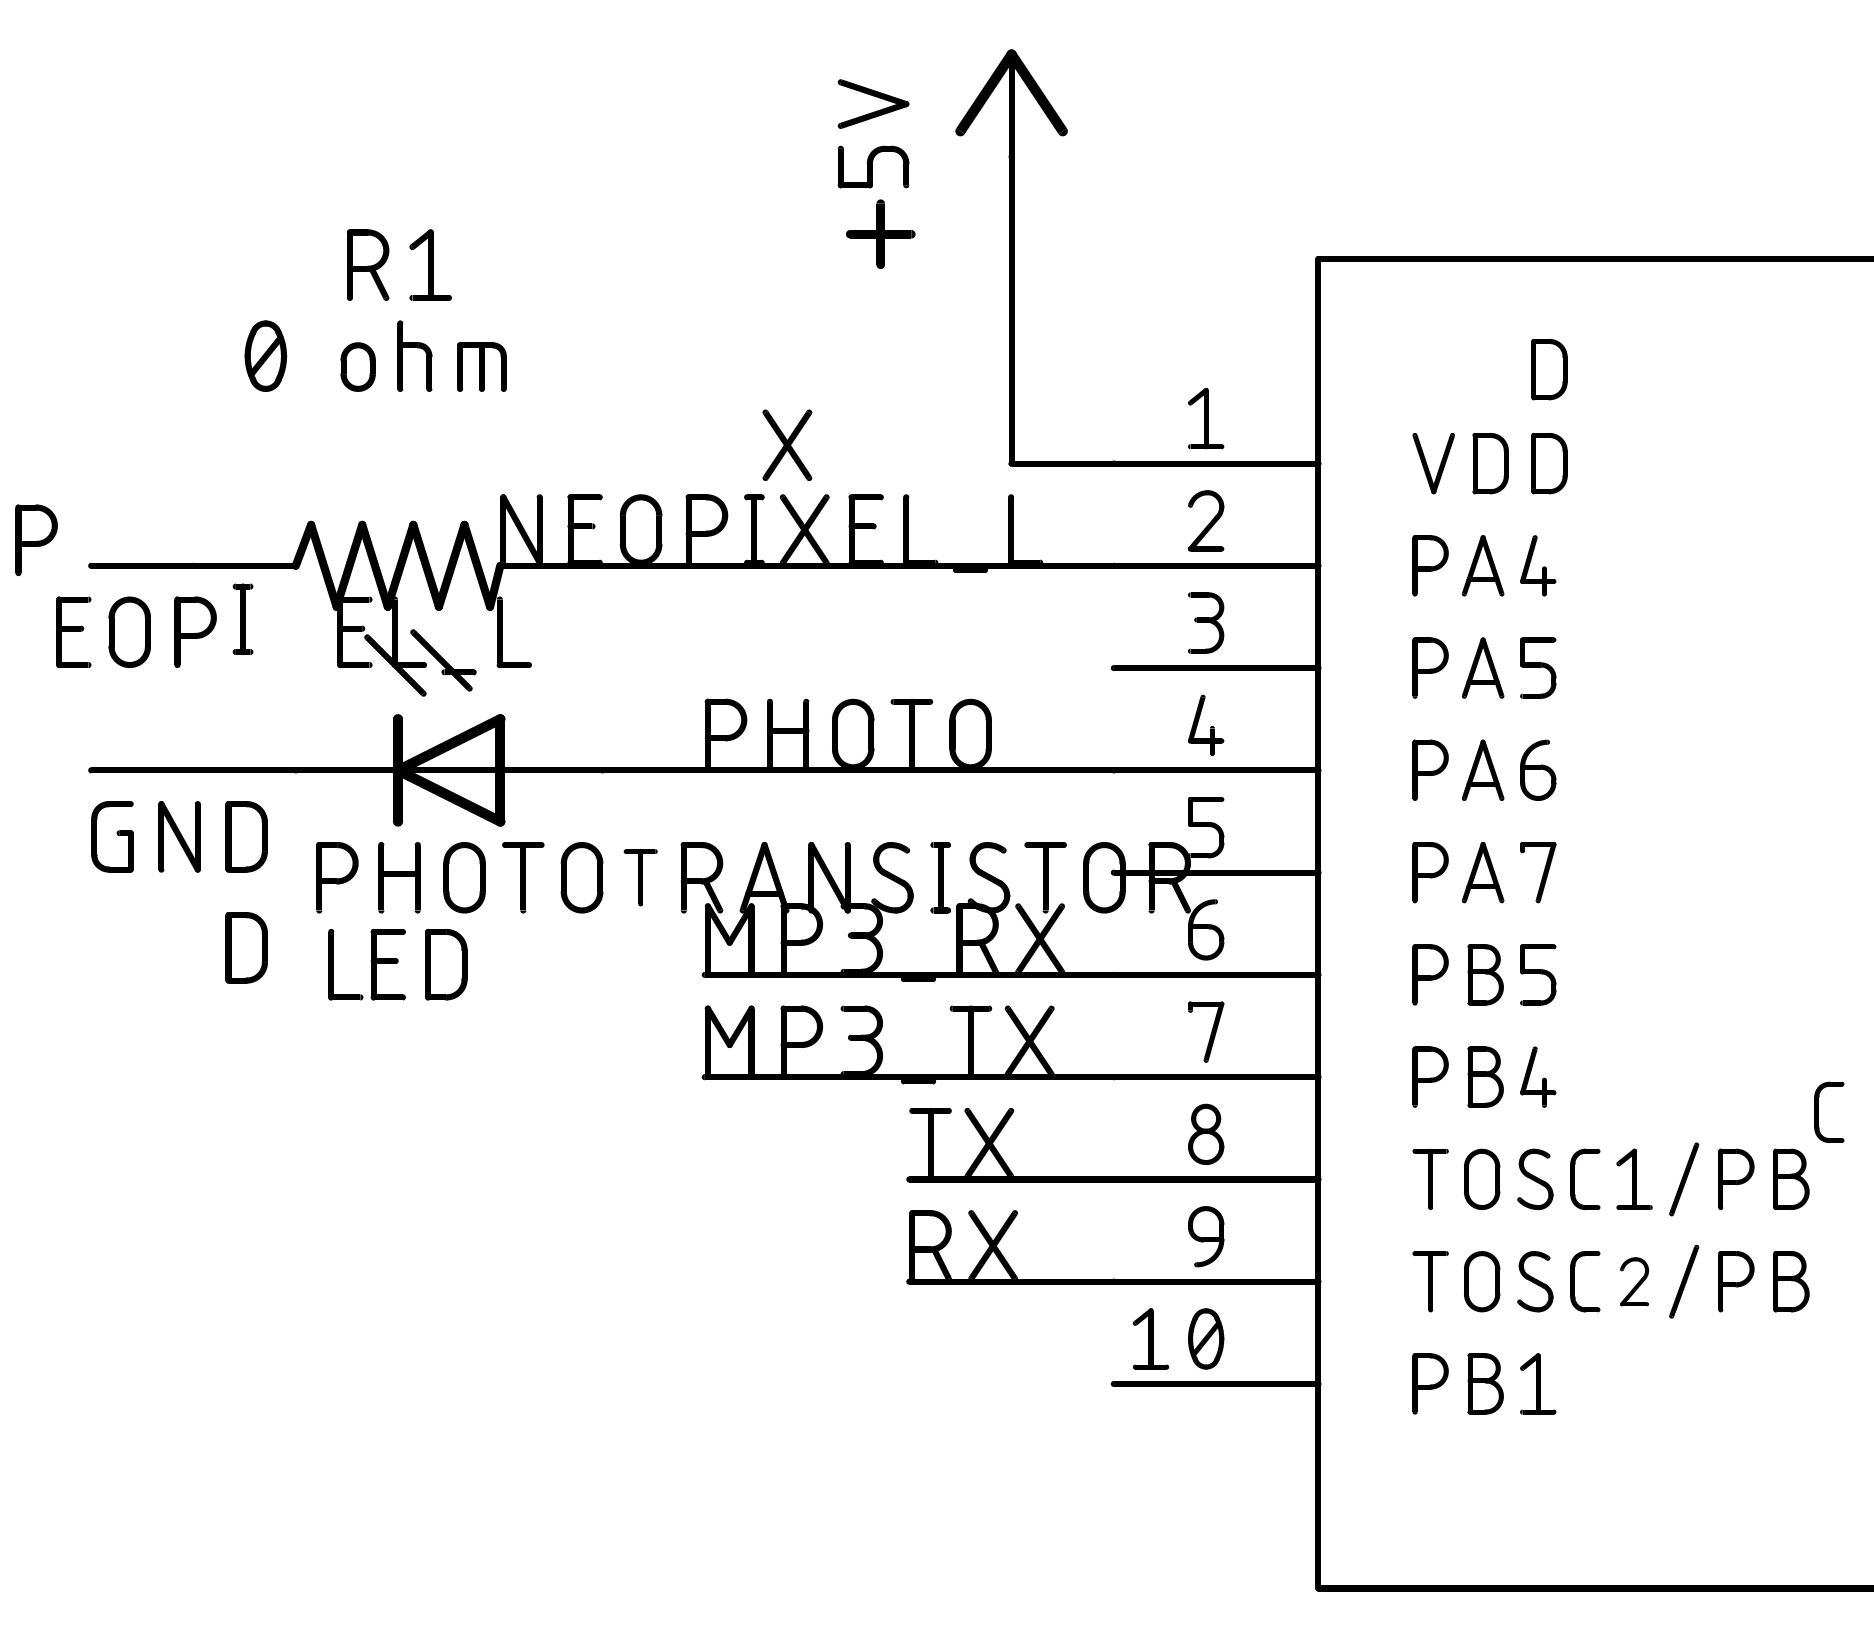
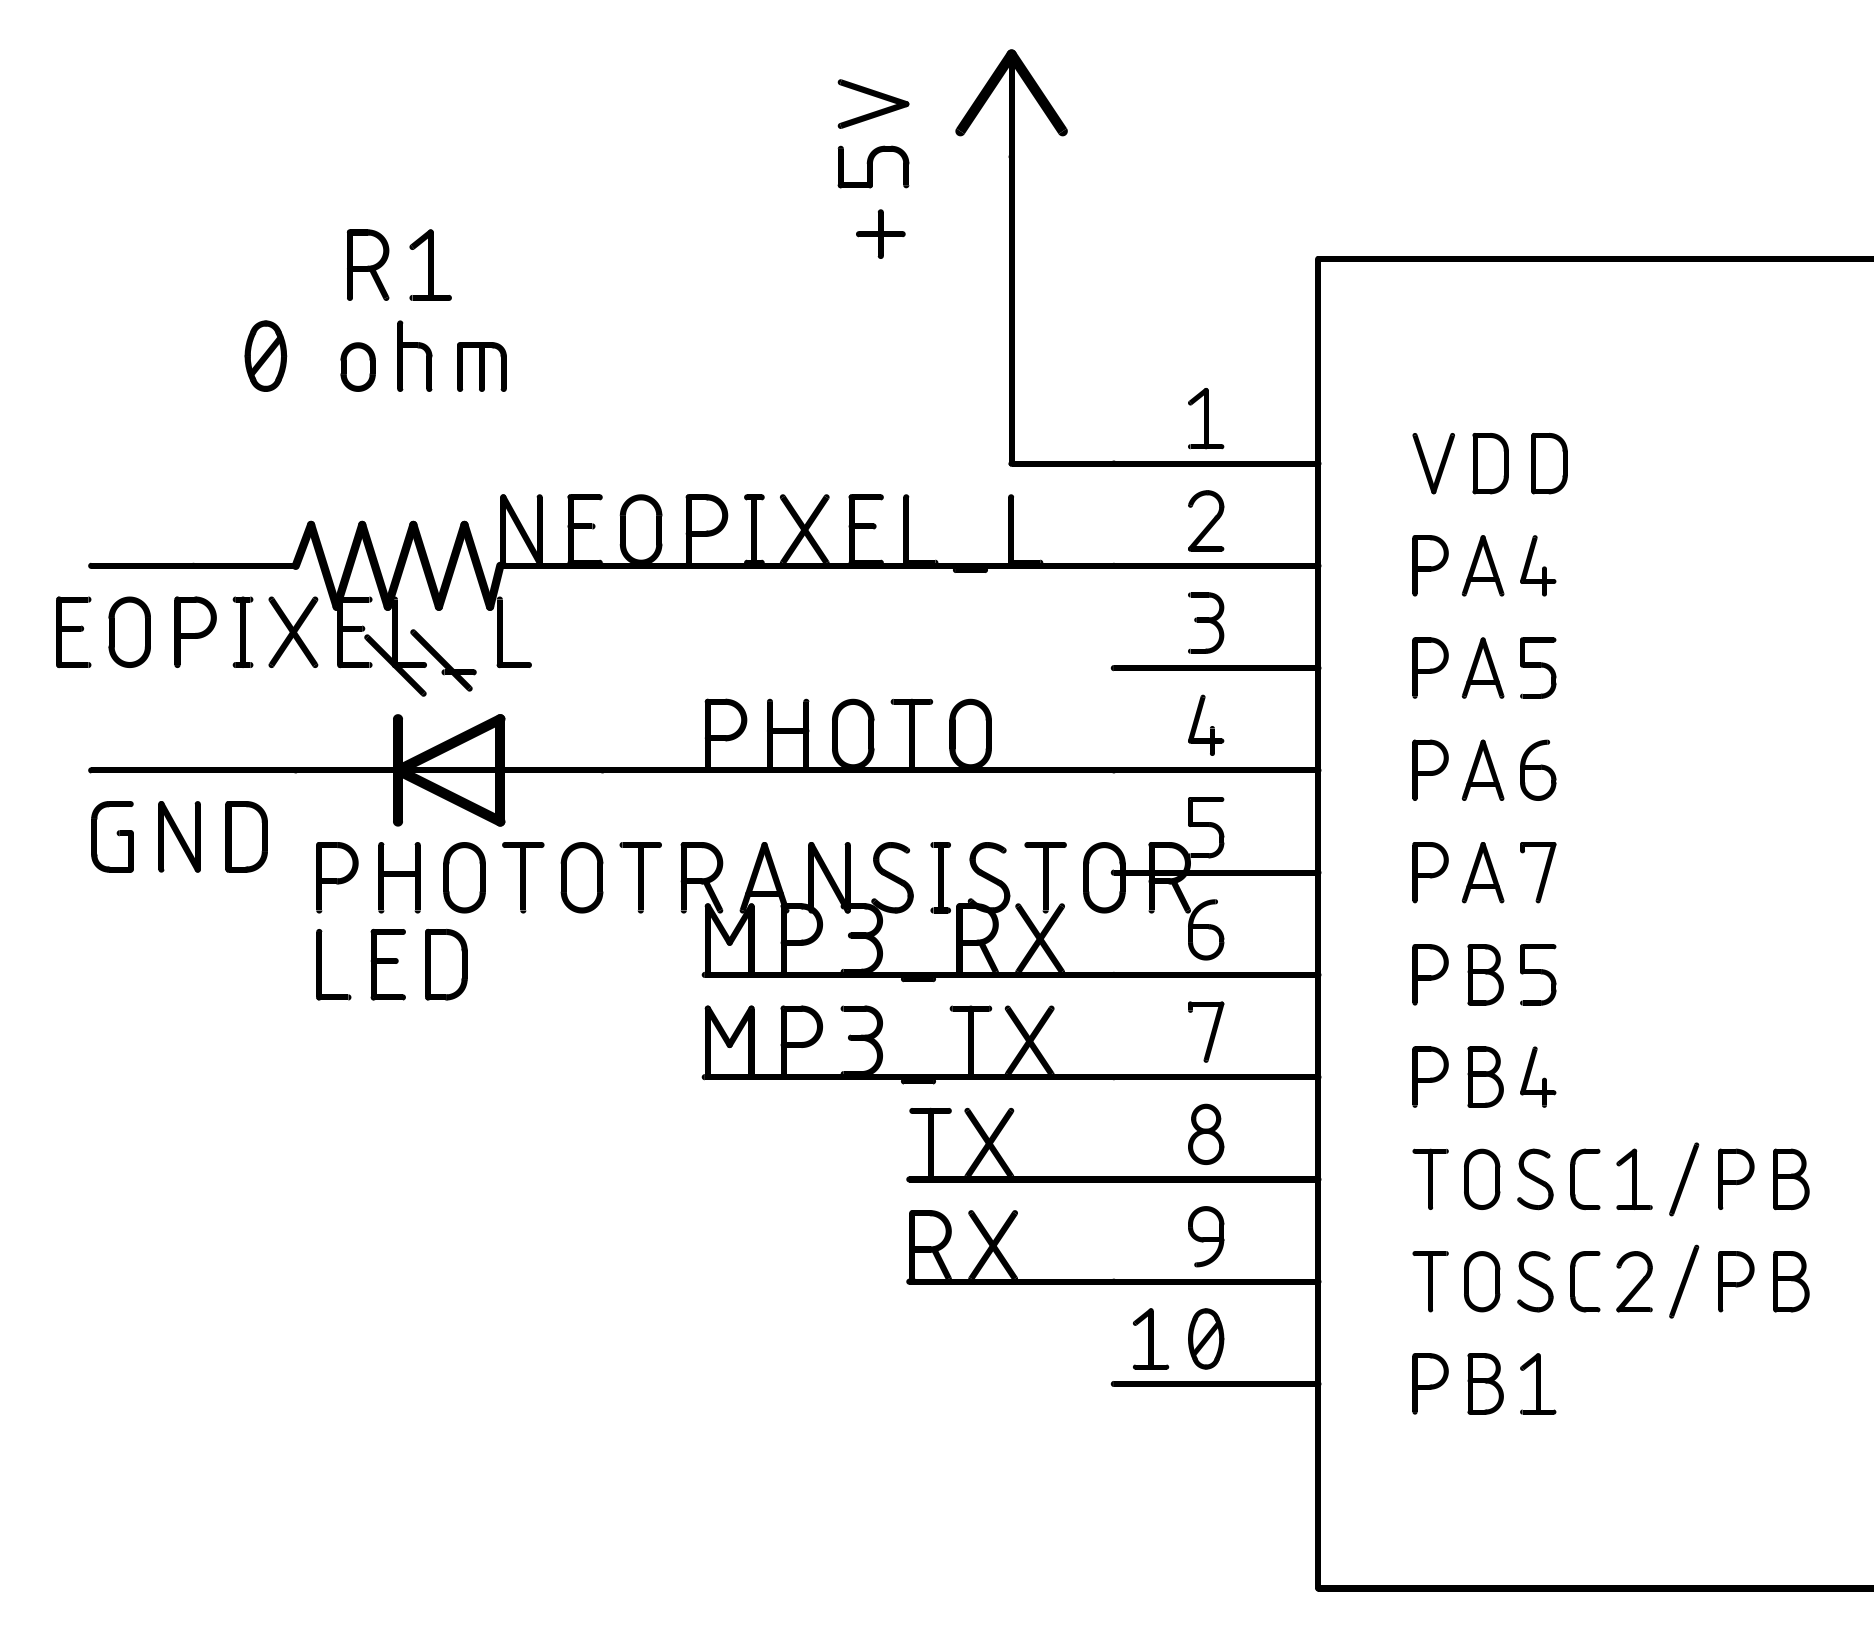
part at (880, 233) size: 70x70 px -> 50x50 px
part at (1549, 369): present -> none
part at (787, 444) position: (787, 444) -> (293, 631)
part at (36, 539): present -> none
part at (242, 618) position: (242, 618) -> (242, 631)
part at (640, 877) size: 35x58 px -> 43x72 px
part at (246, 947): present -> none
part at (333, 964) position: (333, 964) -> (321, 964)
part at (1818, 1112): present -> none
part at (1634, 1281) size: 30x50 px -> 37x62 px
